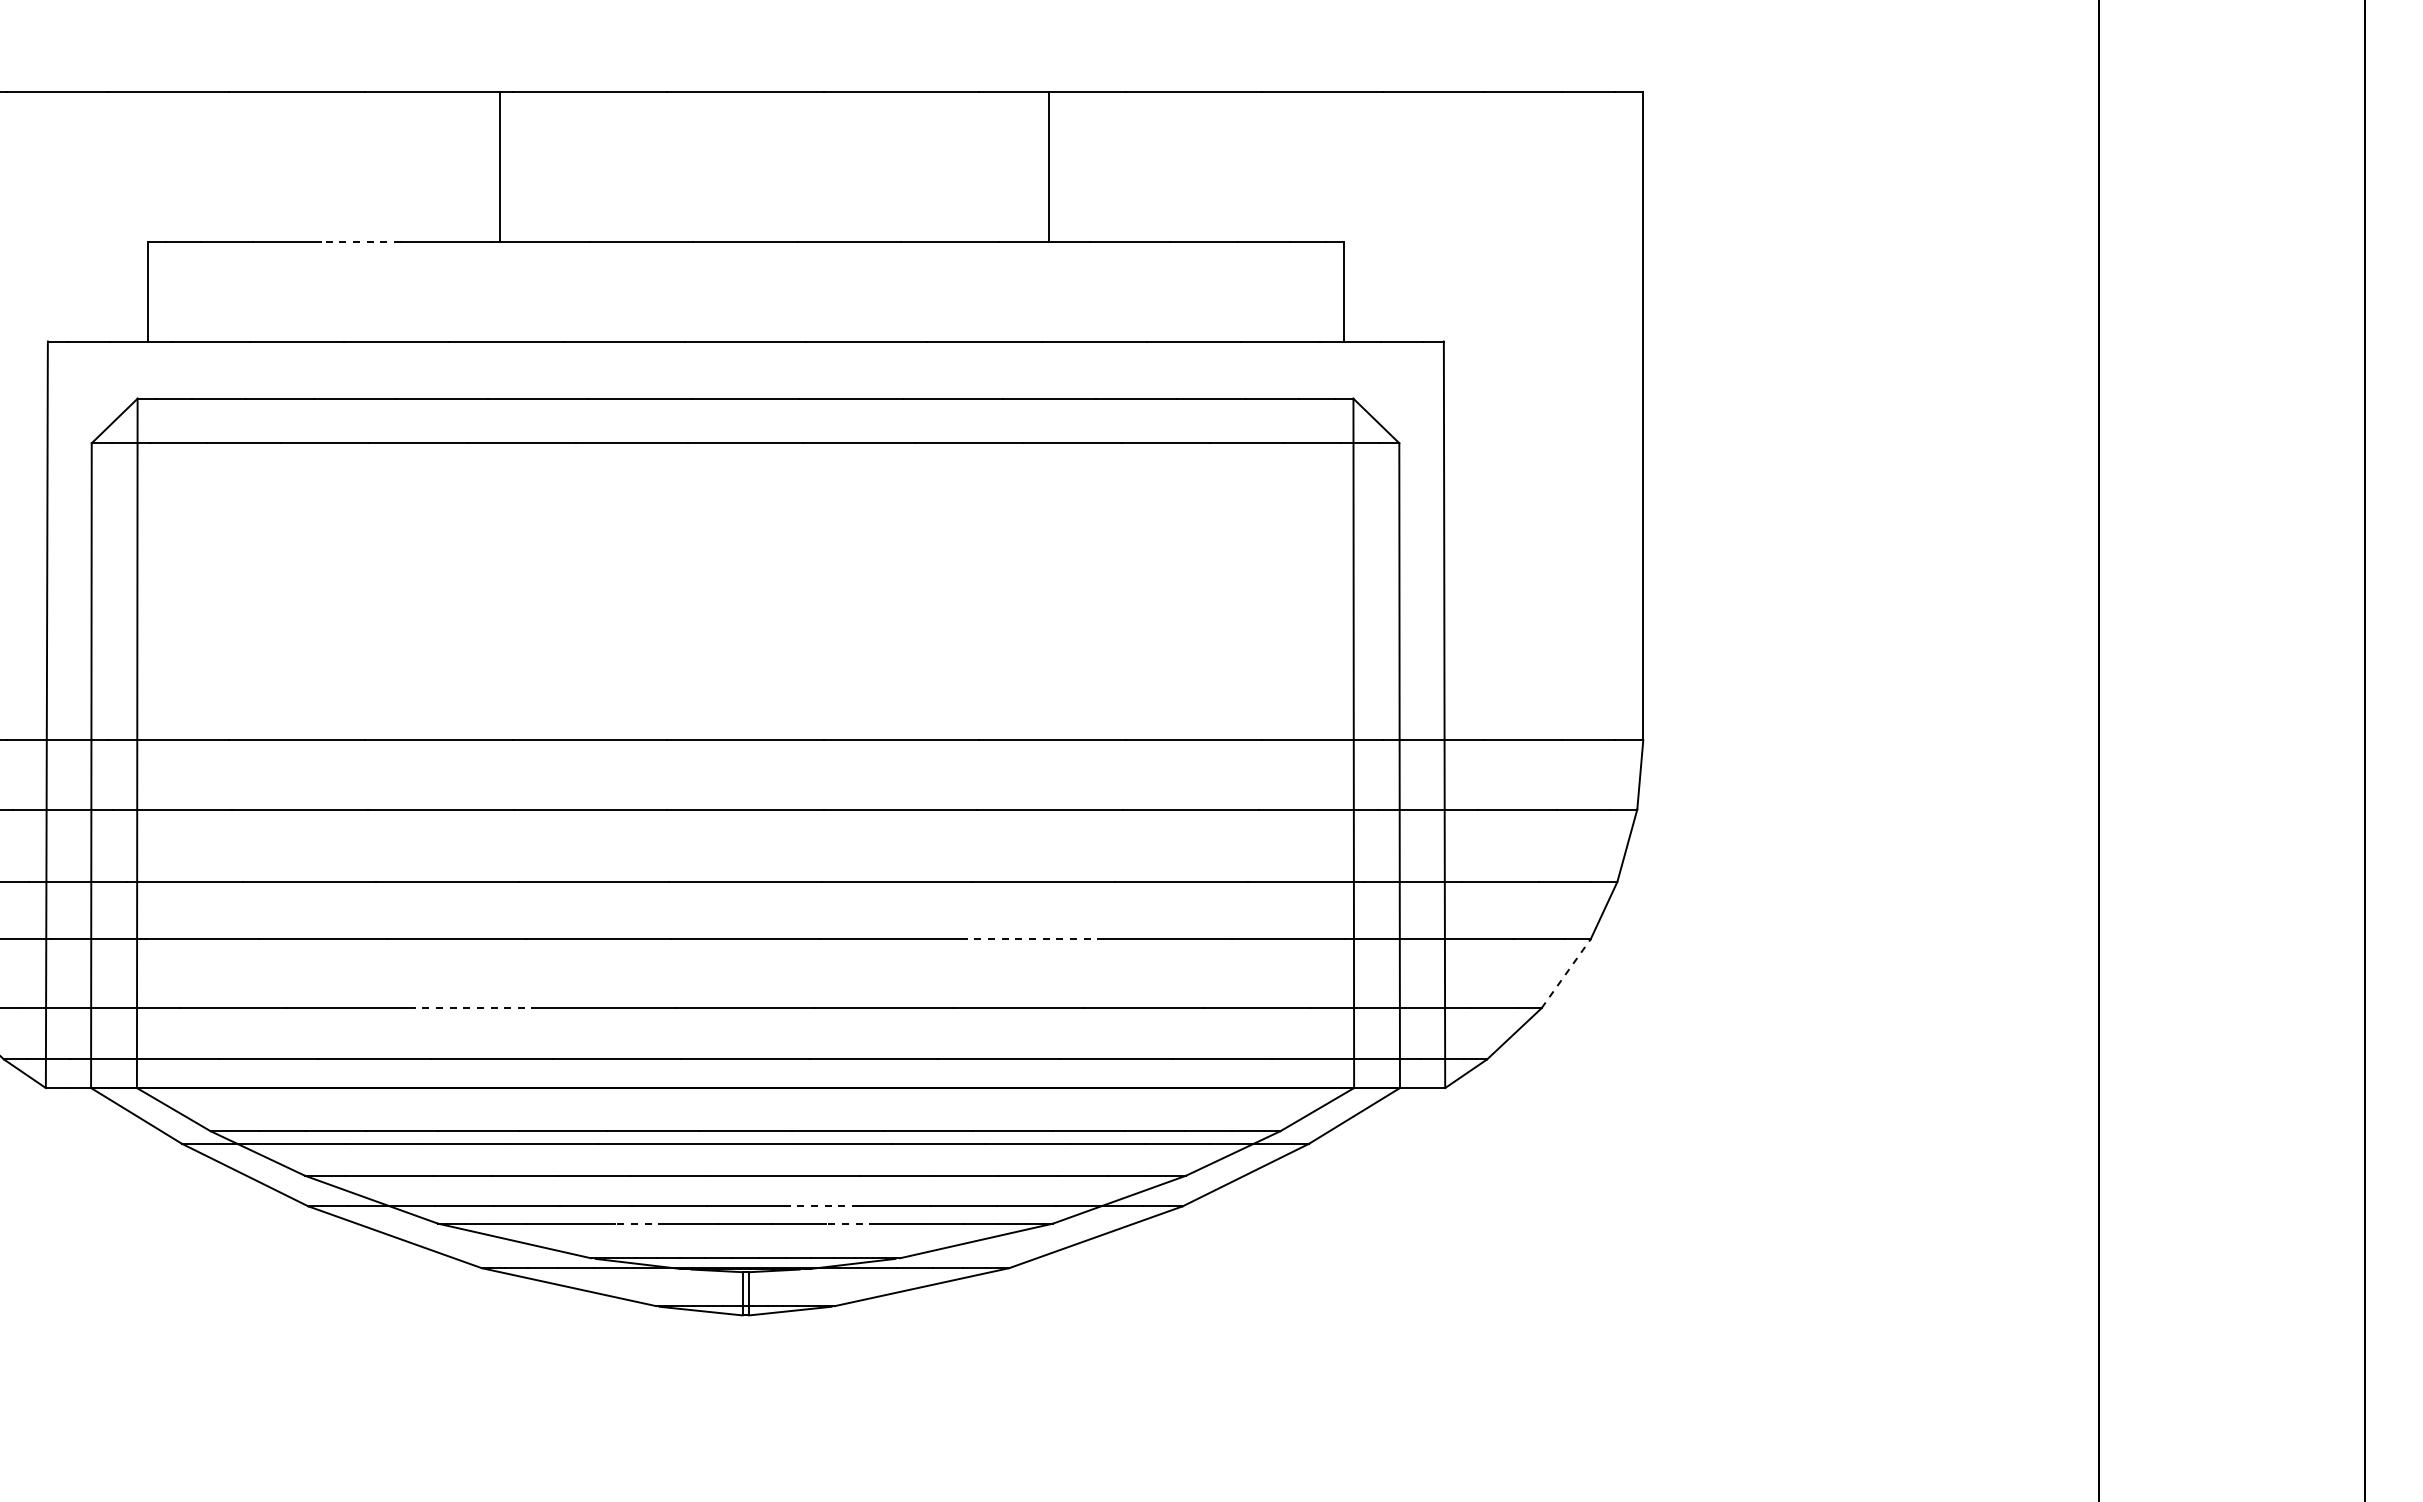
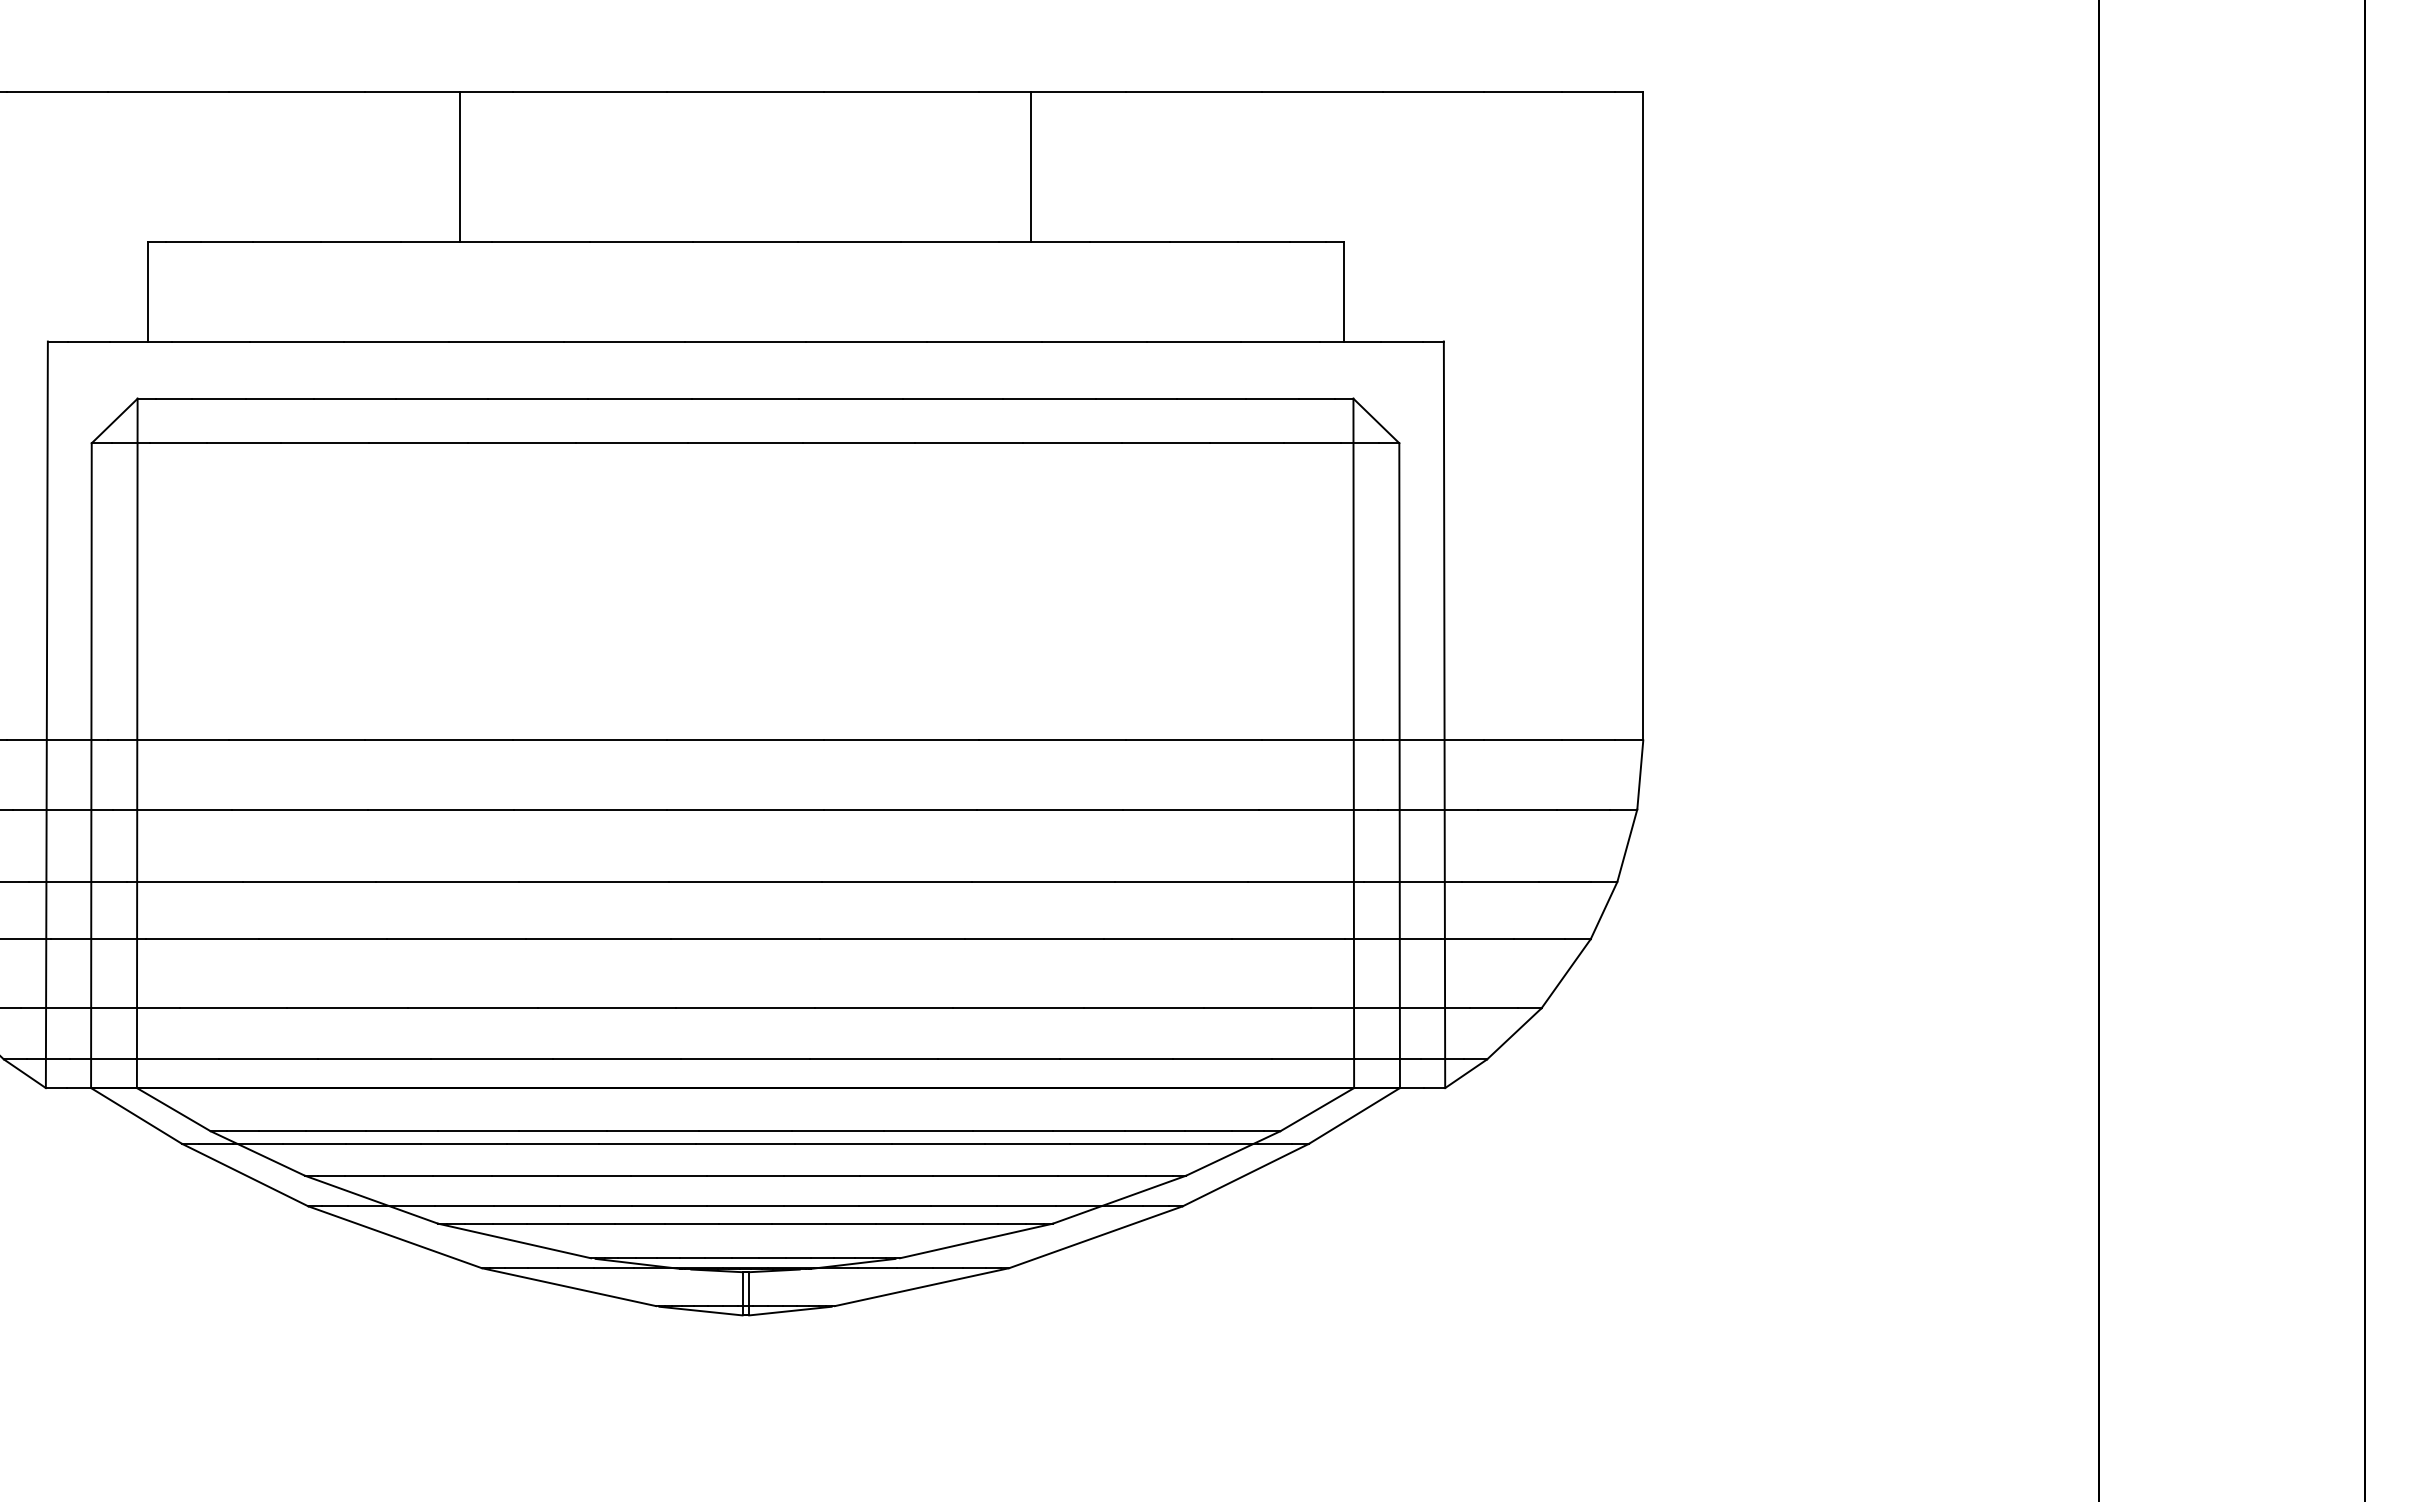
line at (500, 166) position: (500, 166) -> (460, 166)
line at (1049, 166) position: (1049, 166) -> (1031, 166)
line at (360, 241): dashed -> solid
line at (1034, 939): dashed -> solid
line at (1566, 973): dashed -> solid
line at (472, 1008): dashed -> solid
line at (821, 1206): dashed -> solid
line at (639, 1223): dashed -> solid
line at (850, 1223): dashed -> solid
